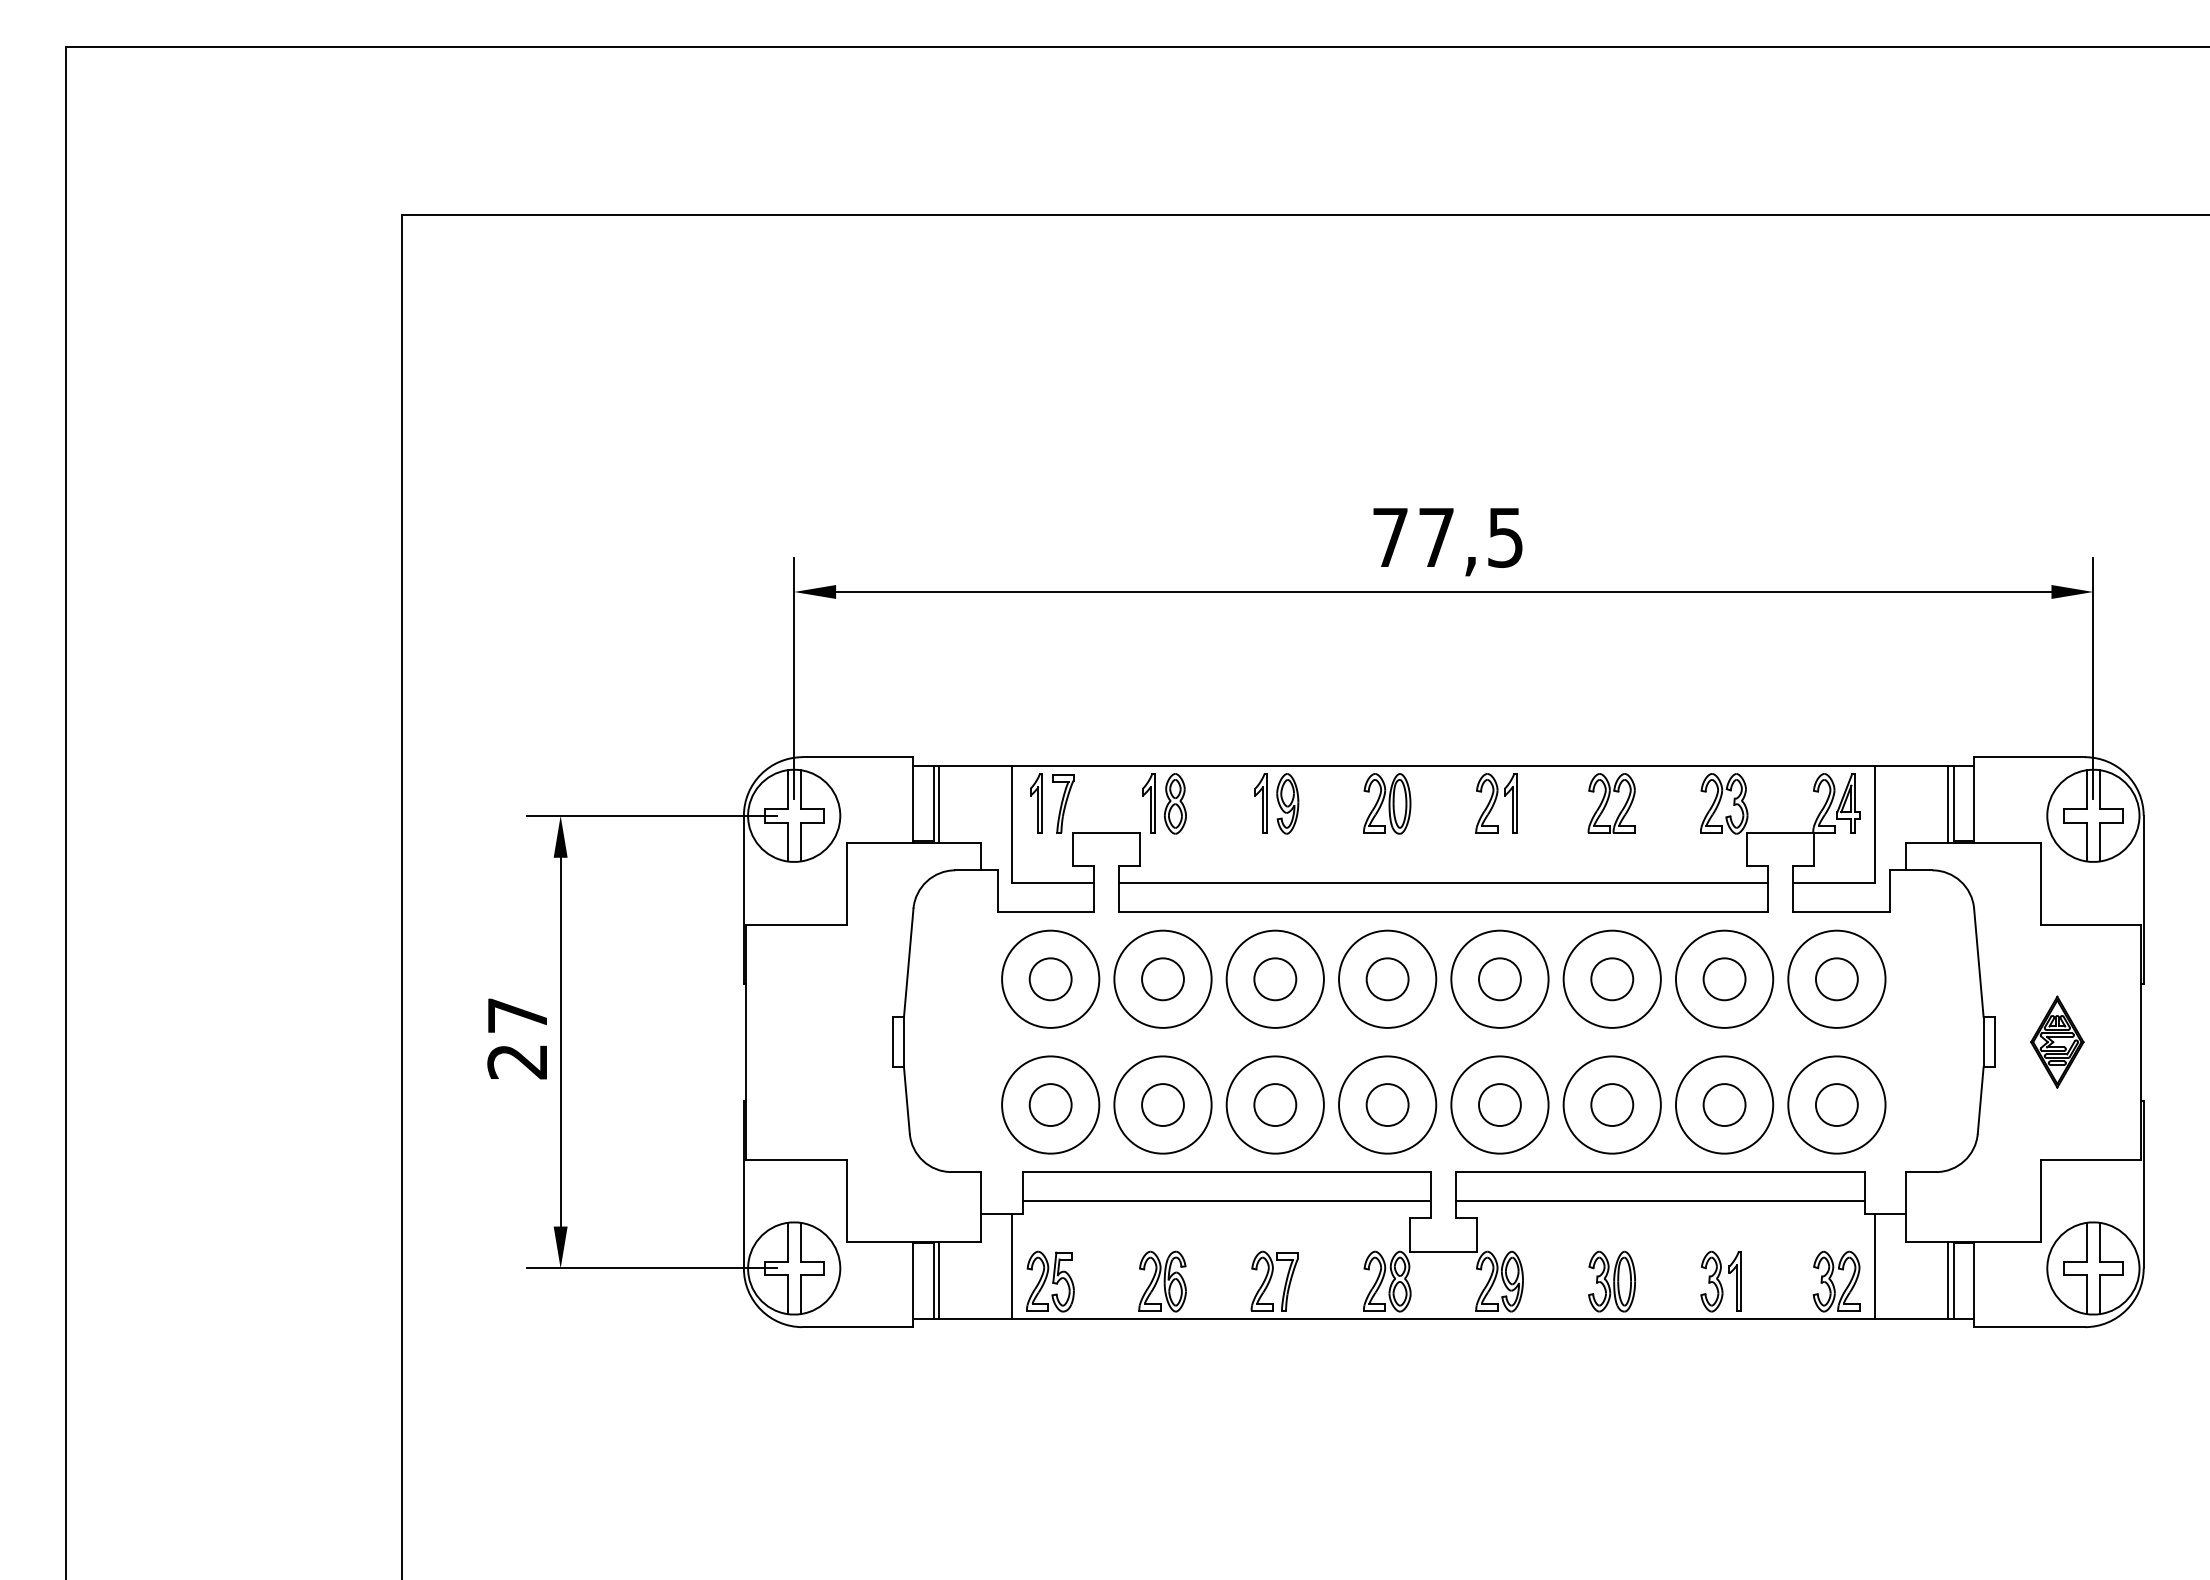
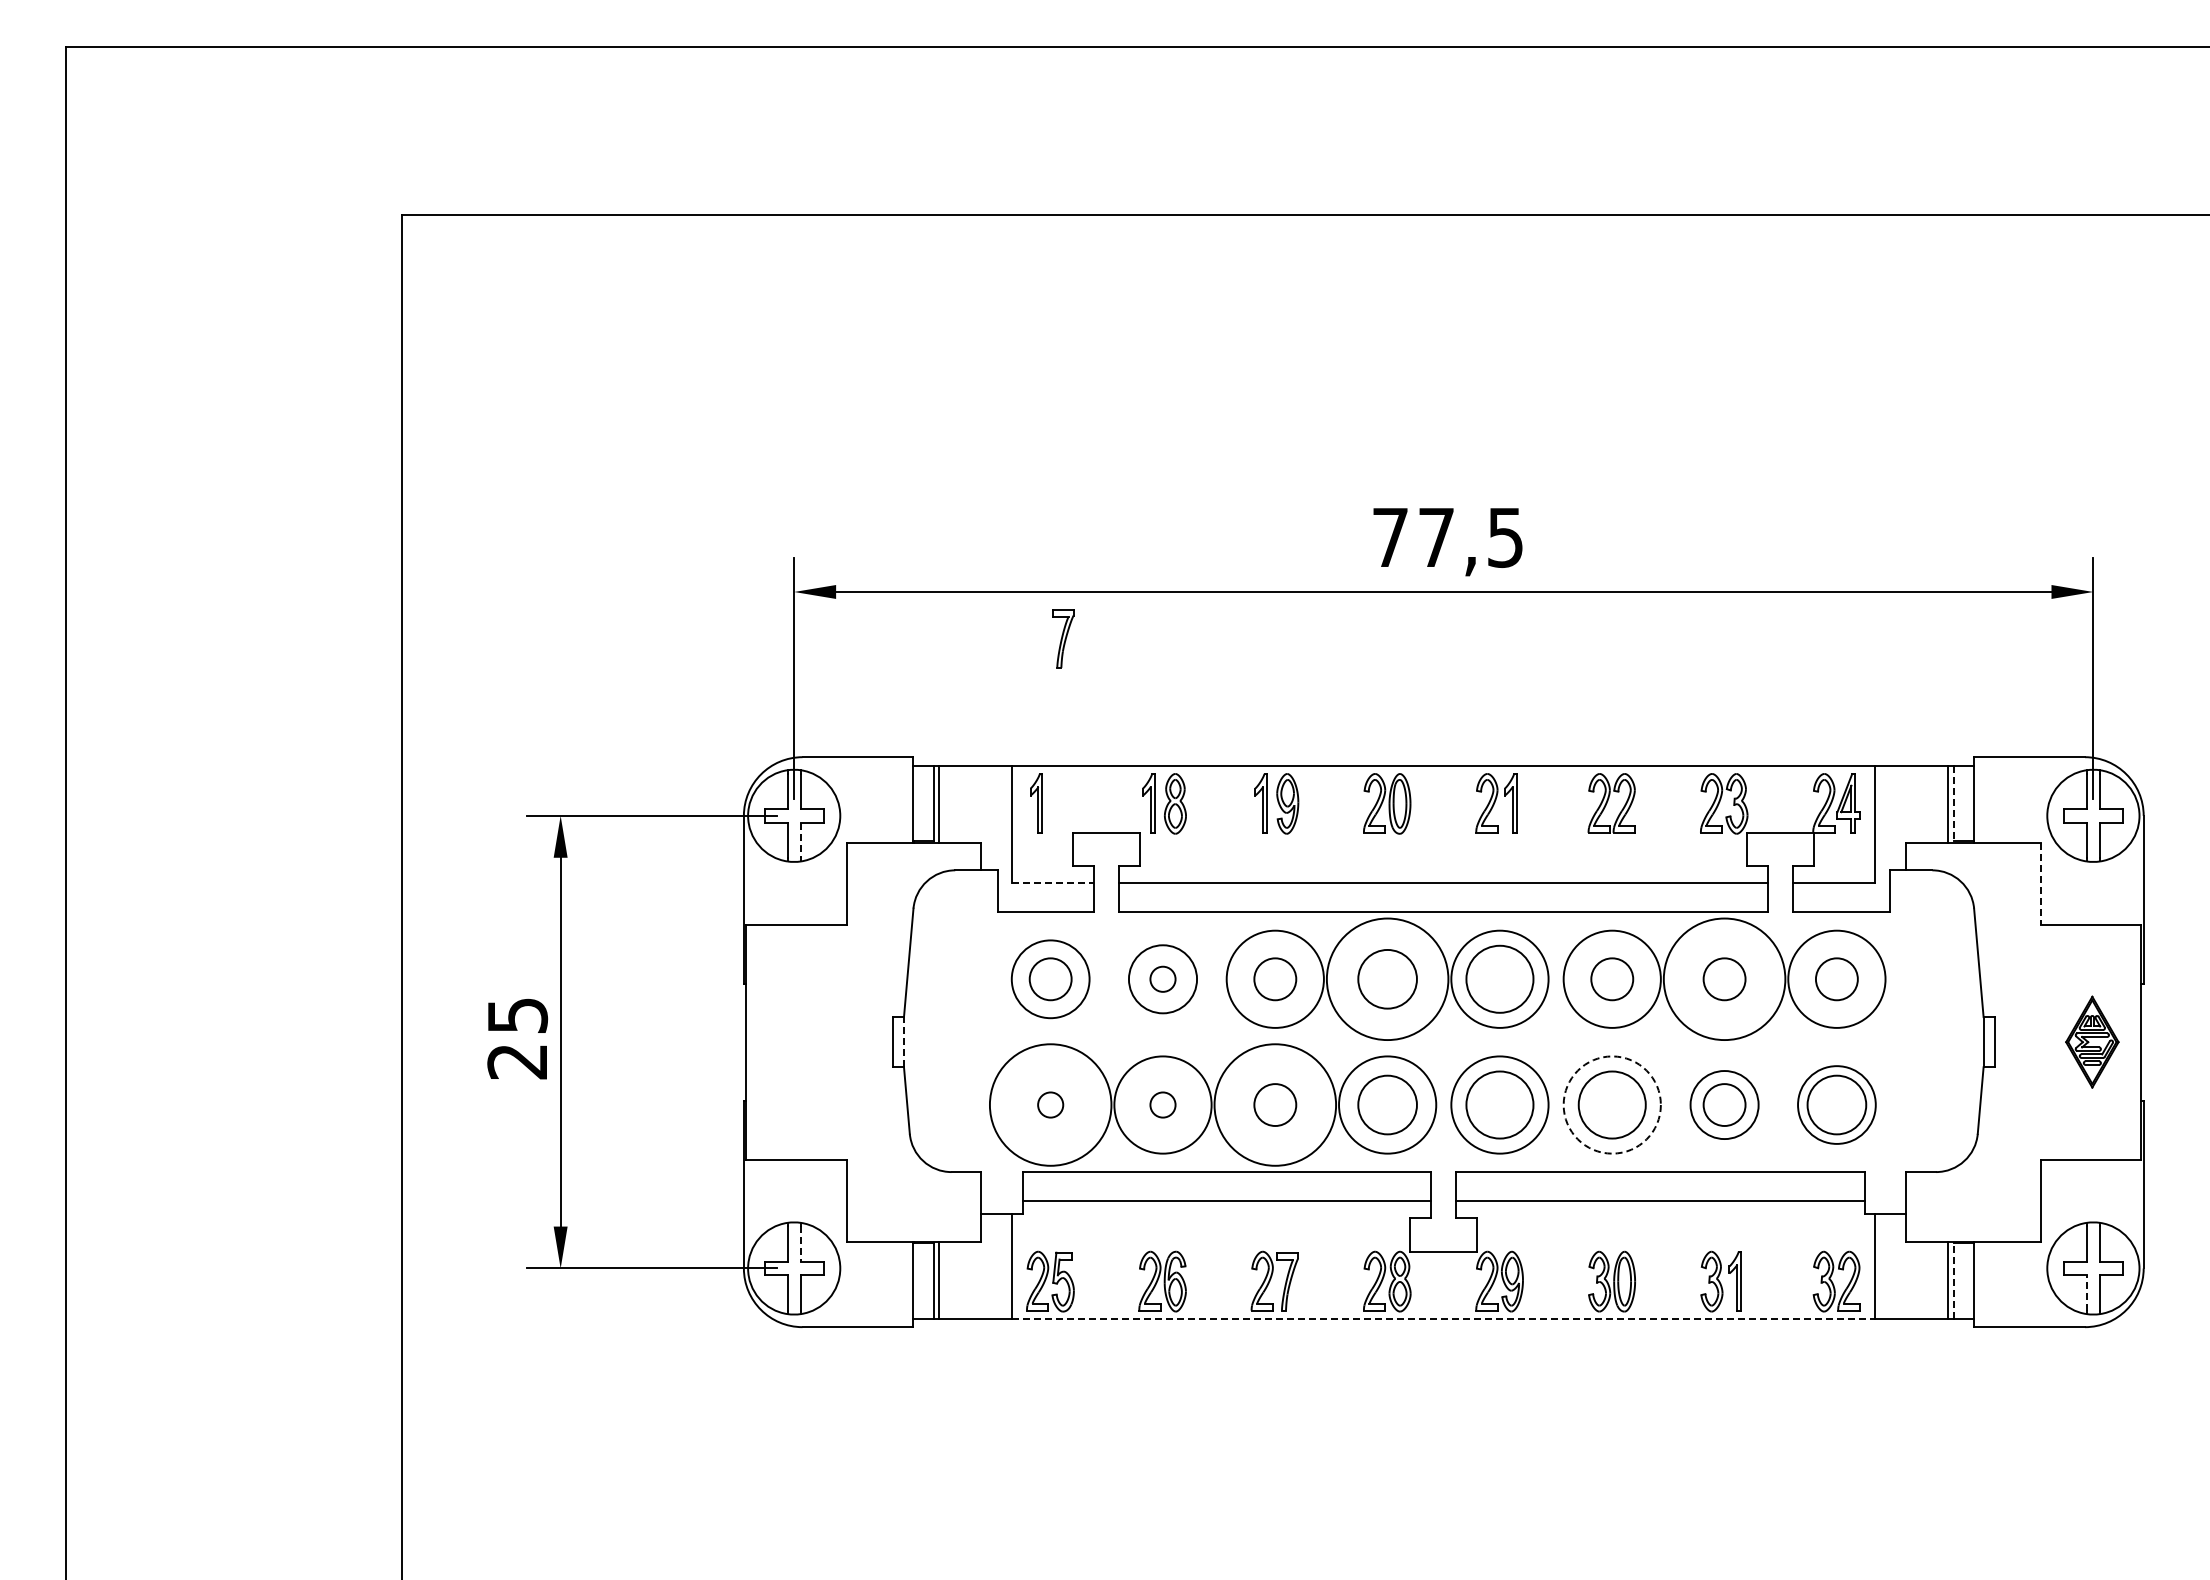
part at (1063, 803) position: (1063, 803) -> (1063, 638)
line at (1953, 803): solid -> dashed
line at (800, 840): solid -> dashed
line at (1053, 882): solid -> dashed
line at (2040, 884): solid -> dashed
circle at (1050, 978) diameter: 97 px -> 78 px
circle at (1162, 978) diameter: 97 px -> 68 px
circle at (1387, 978) diameter: 97 px -> 122 px
circle at (1724, 978) diameter: 97 px -> 122 px
circle at (1162, 979) diameter: 42 px -> 25 px
circle at (1387, 979) diameter: 42 px -> 59 px
circle at (1499, 979) diameter: 42 px -> 67 px
text at (518, 1015): 27 -> 25
line at (904, 1041): solid -> dashed
part at (2057, 1041) position: (2057, 1041) -> (2092, 1041)
circle at (1050, 1104) diameter: 42 px -> 25 px
circle at (1050, 1104) diameter: 97 px -> 122 px
circle at (1162, 1104) diameter: 42 px -> 25 px
circle at (1274, 1104) diameter: 97 px -> 122 px
circle at (1387, 1104) diameter: 42 px -> 59 px
circle at (1499, 1104) diameter: 42 px -> 67 px
circle at (1611, 1104): solid -> dashed
circle at (1612, 1104) diameter: 42 px -> 67 px
circle at (1724, 1104) diameter: 97 px -> 68 px
circle at (1836, 1104) diameter: 42 px -> 59 px
circle at (1836, 1104) diameter: 97 px -> 78 px
line at (800, 1244): solid -> dashed
line at (1953, 1281): solid -> dashed
line at (2086, 1292): solid -> dashed
line at (1443, 1318): solid -> dashed
